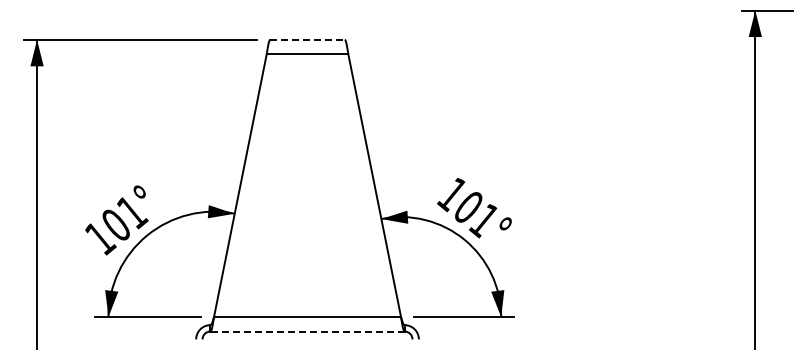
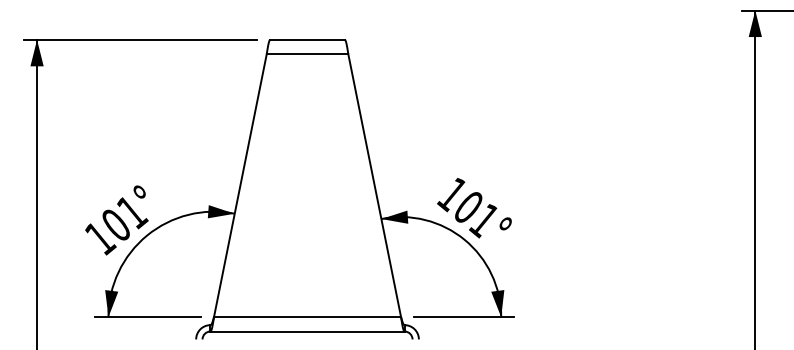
line at (308, 39): dashed -> solid
line at (307, 331): dashed -> solid
